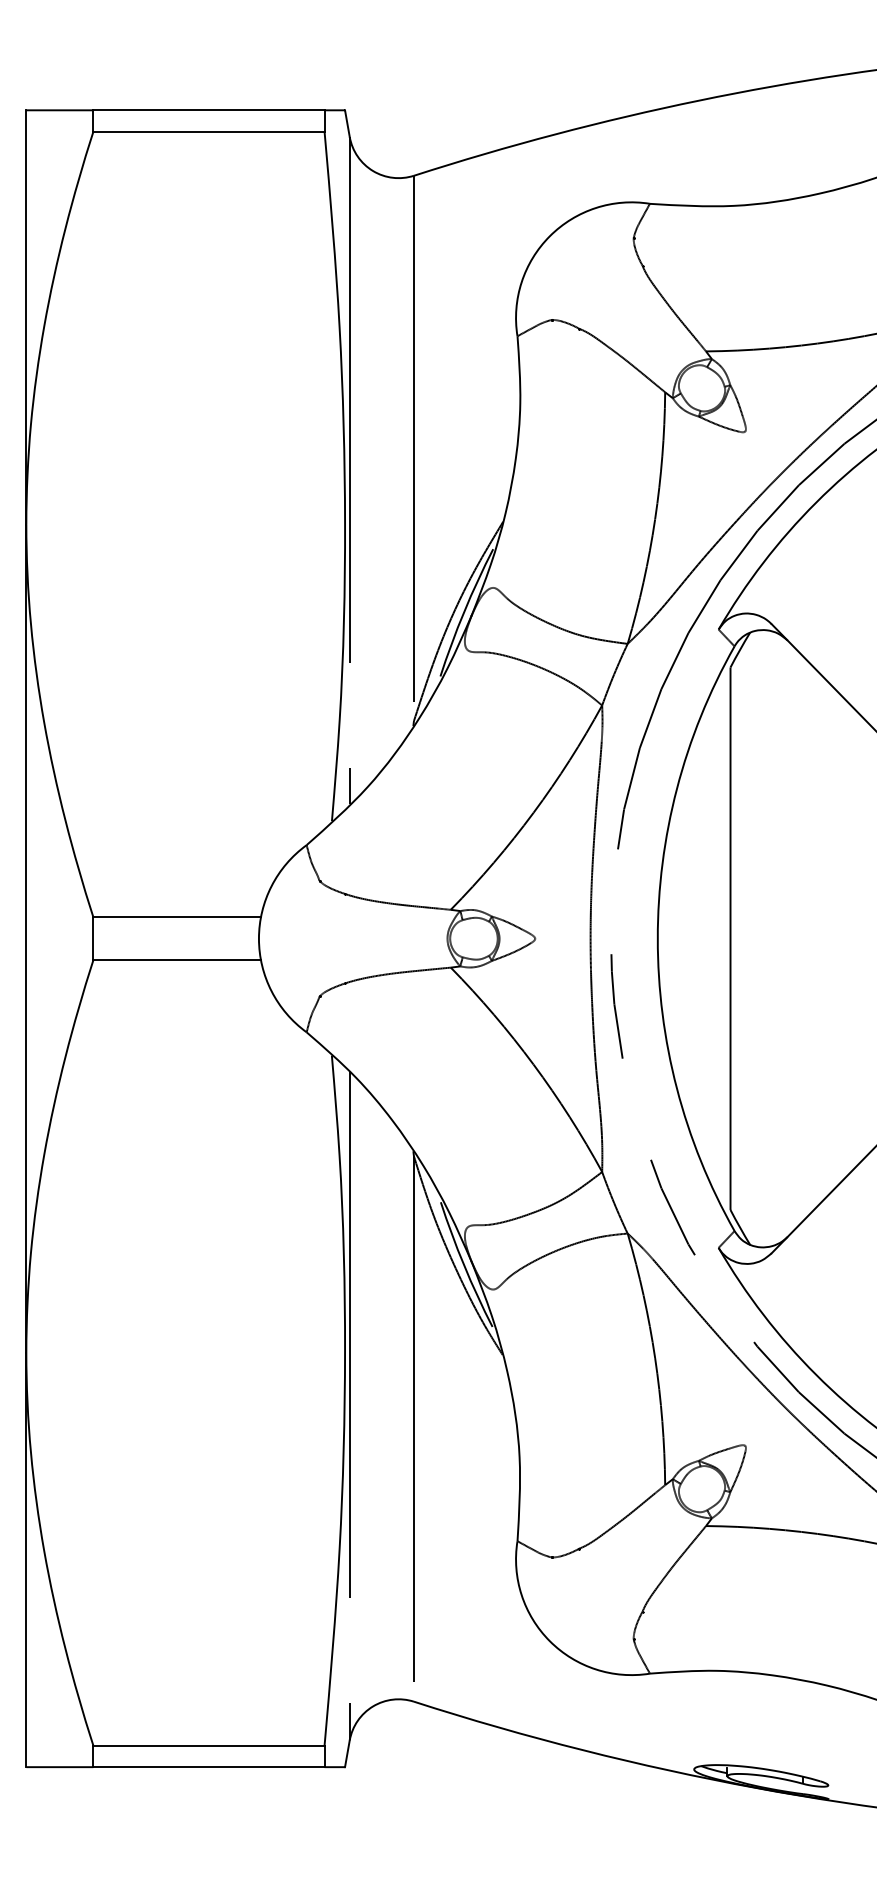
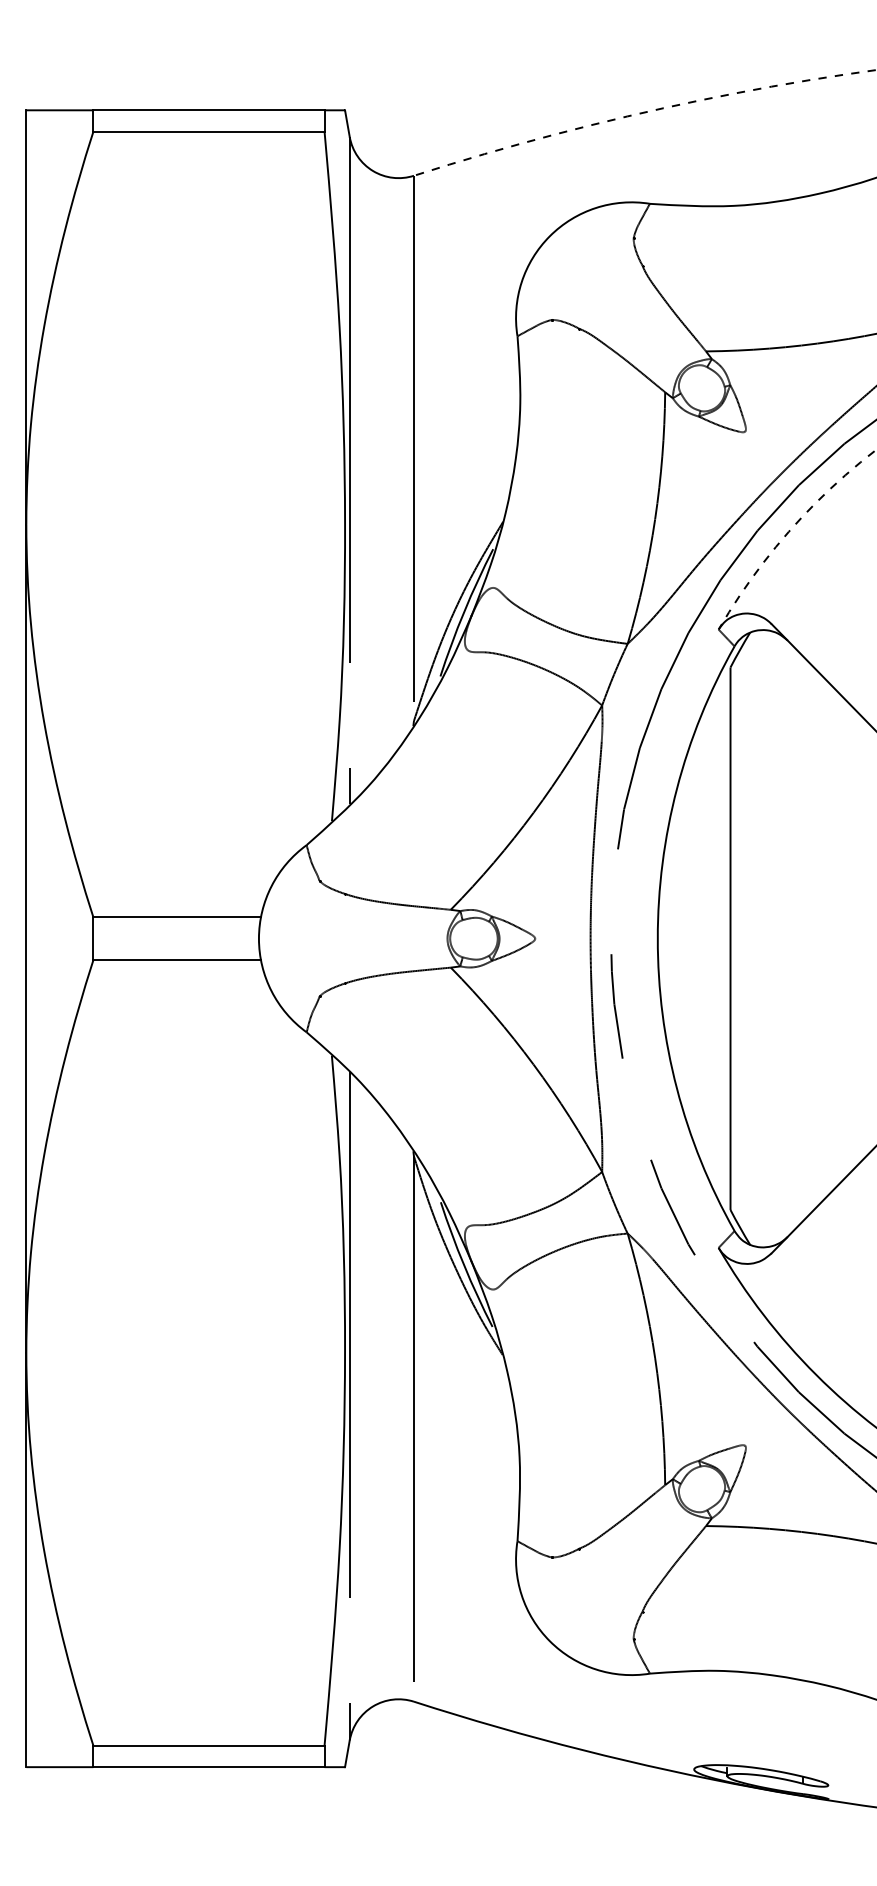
arc at (642, 112): solid -> dashed
arc at (788, 531): solid -> dashed
